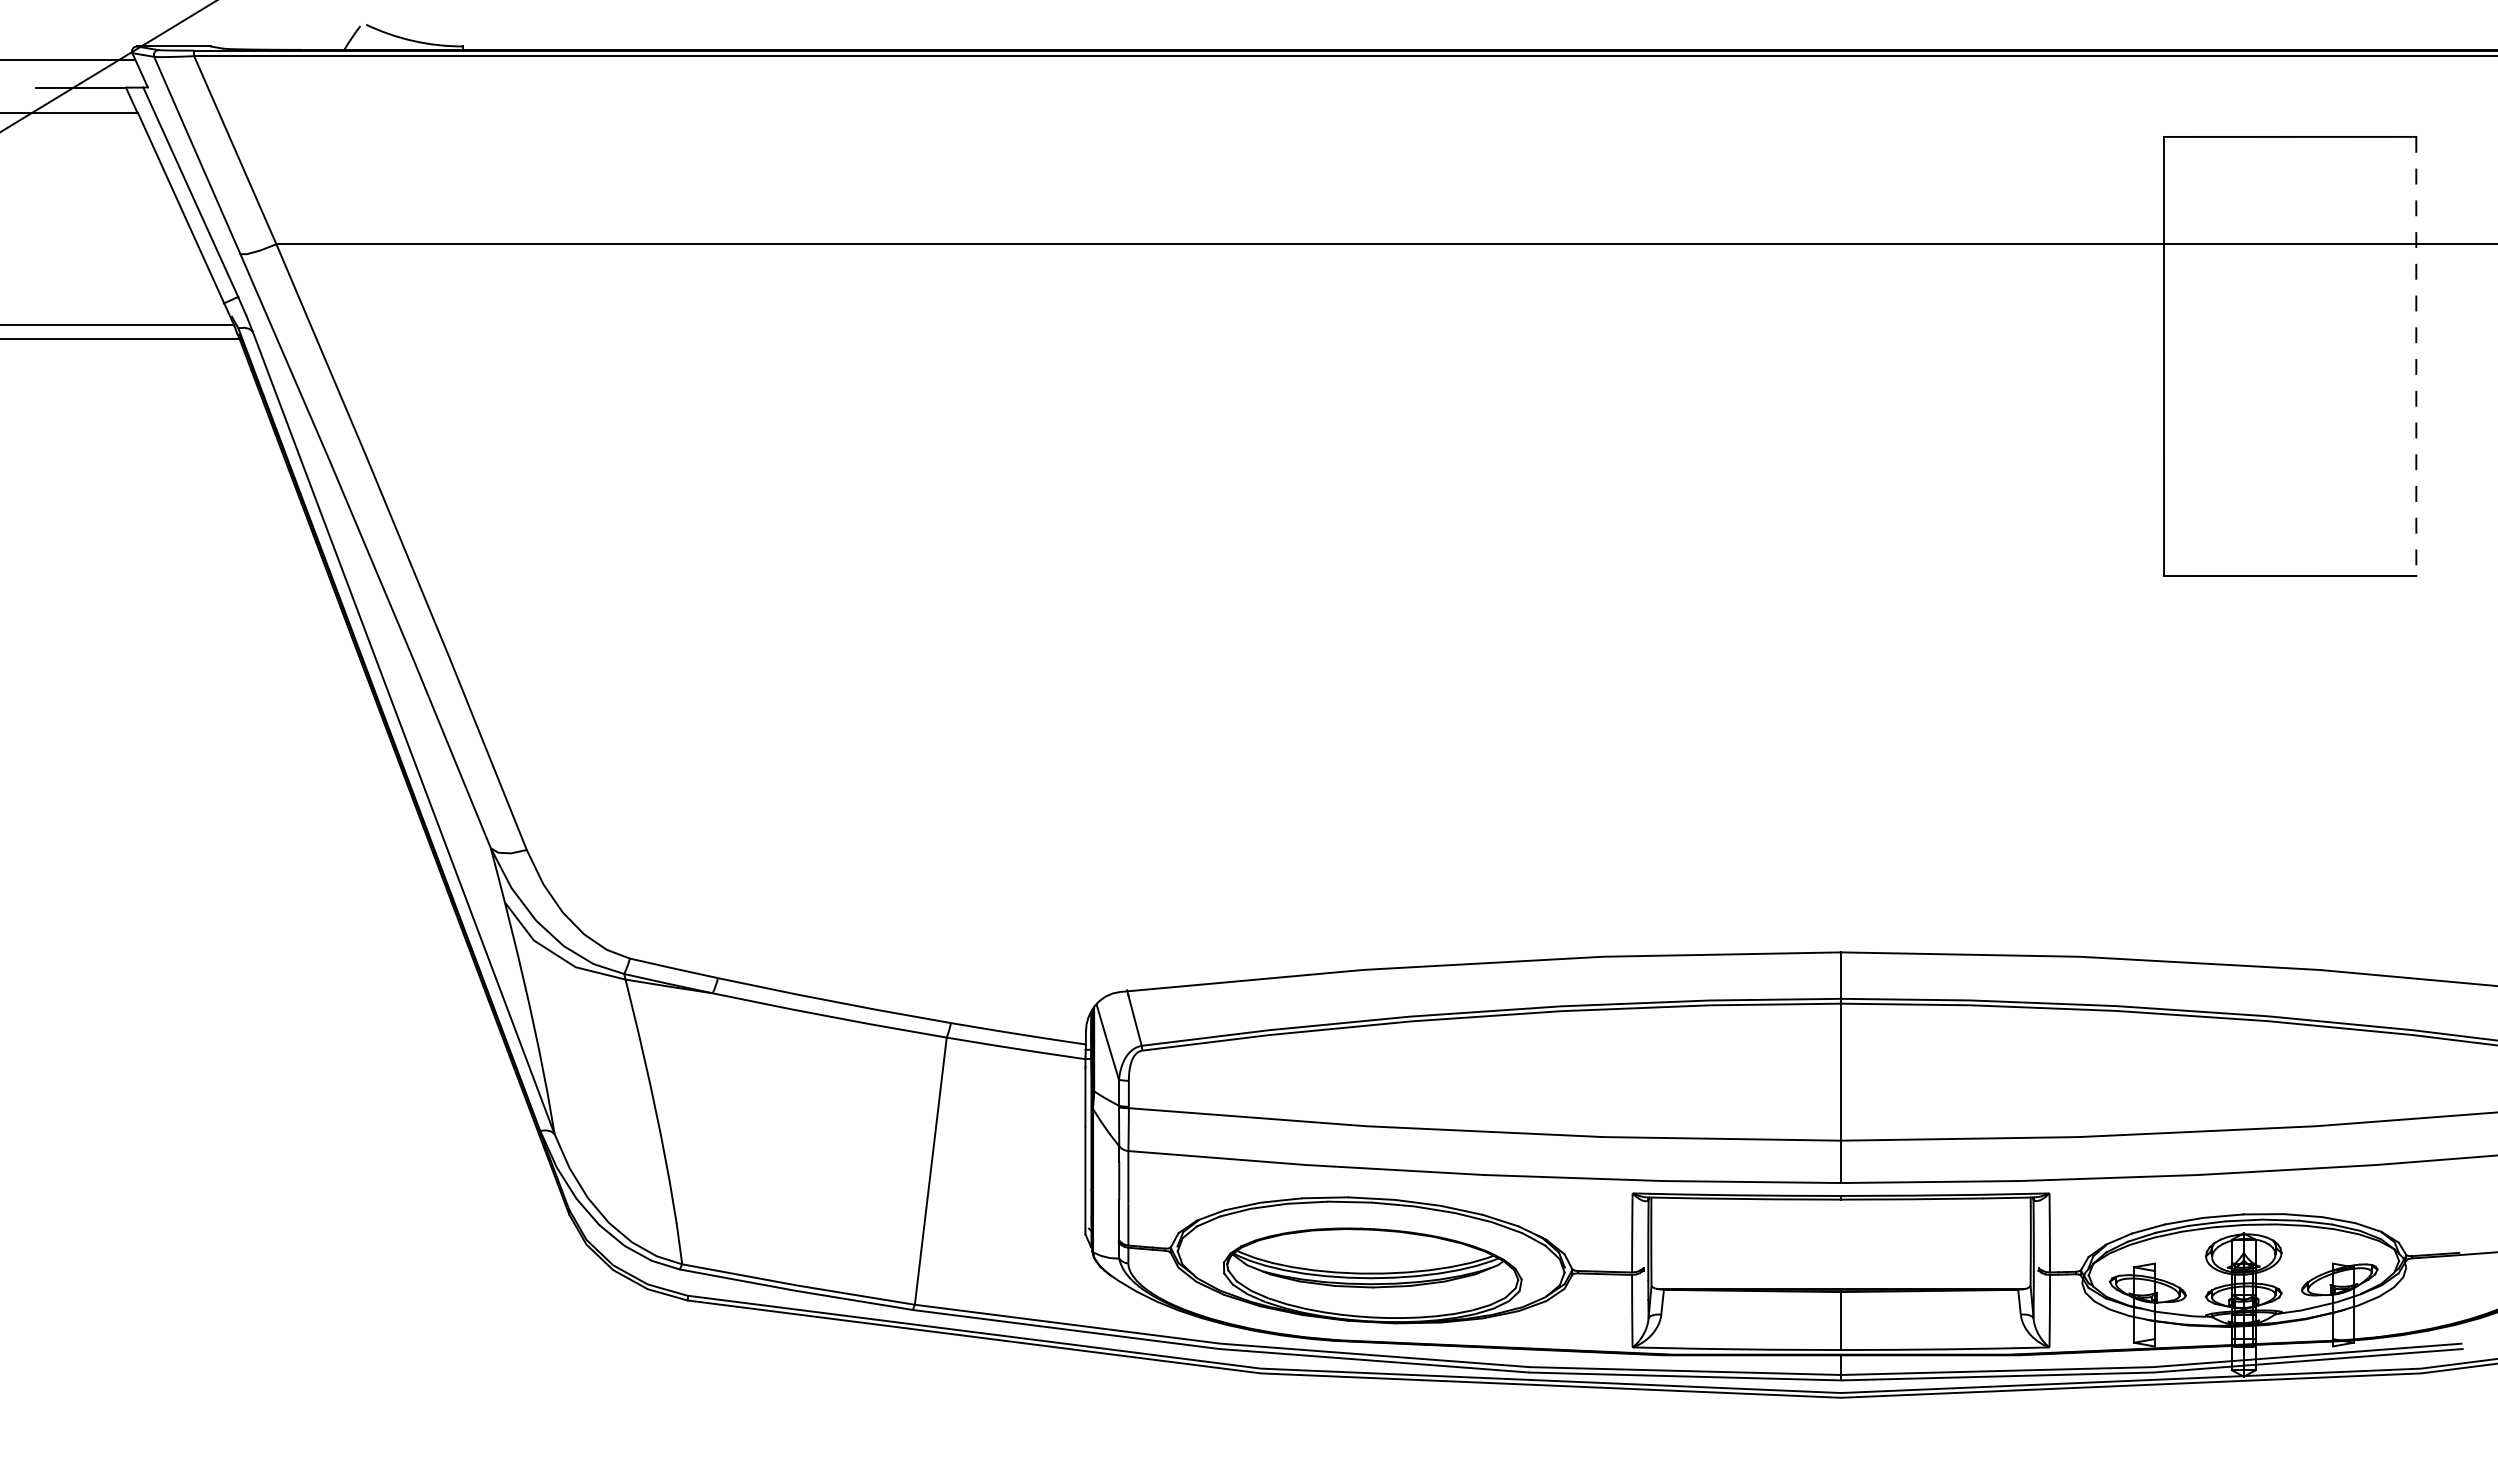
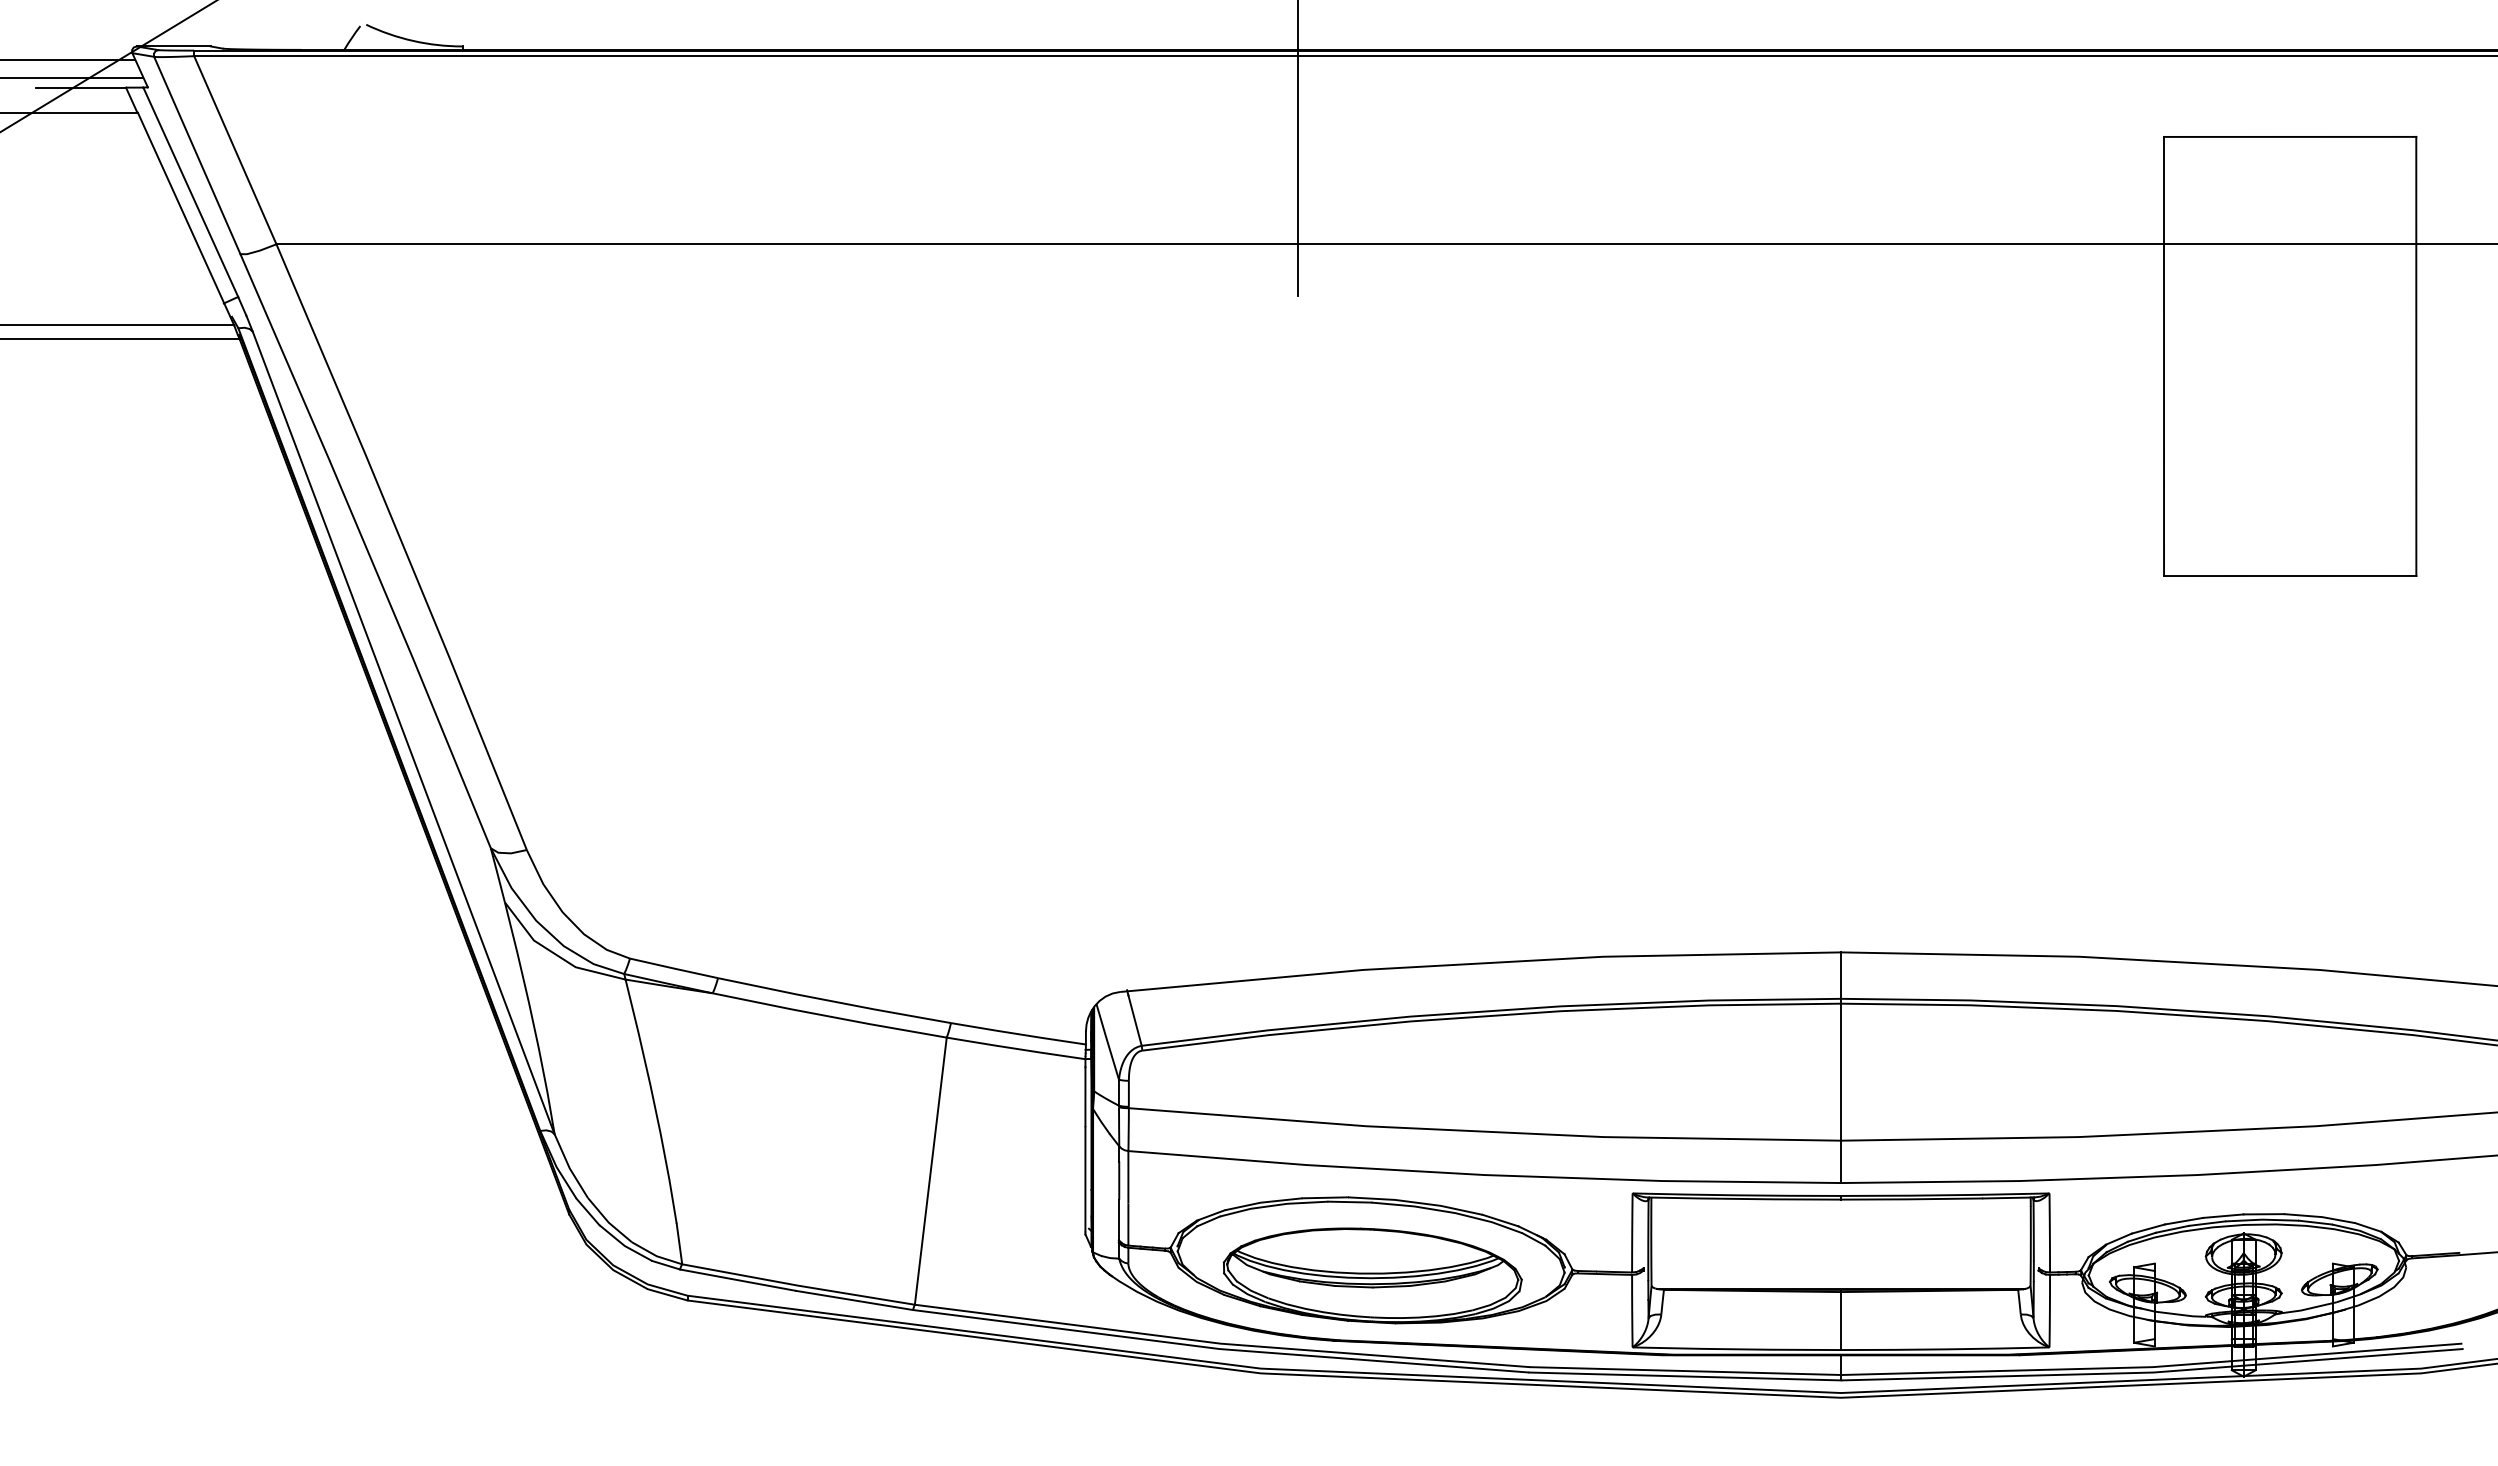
line at (73, 78): none -> present
line at (1297, 149): none -> present
line at (2416, 356): dashed -> solid
